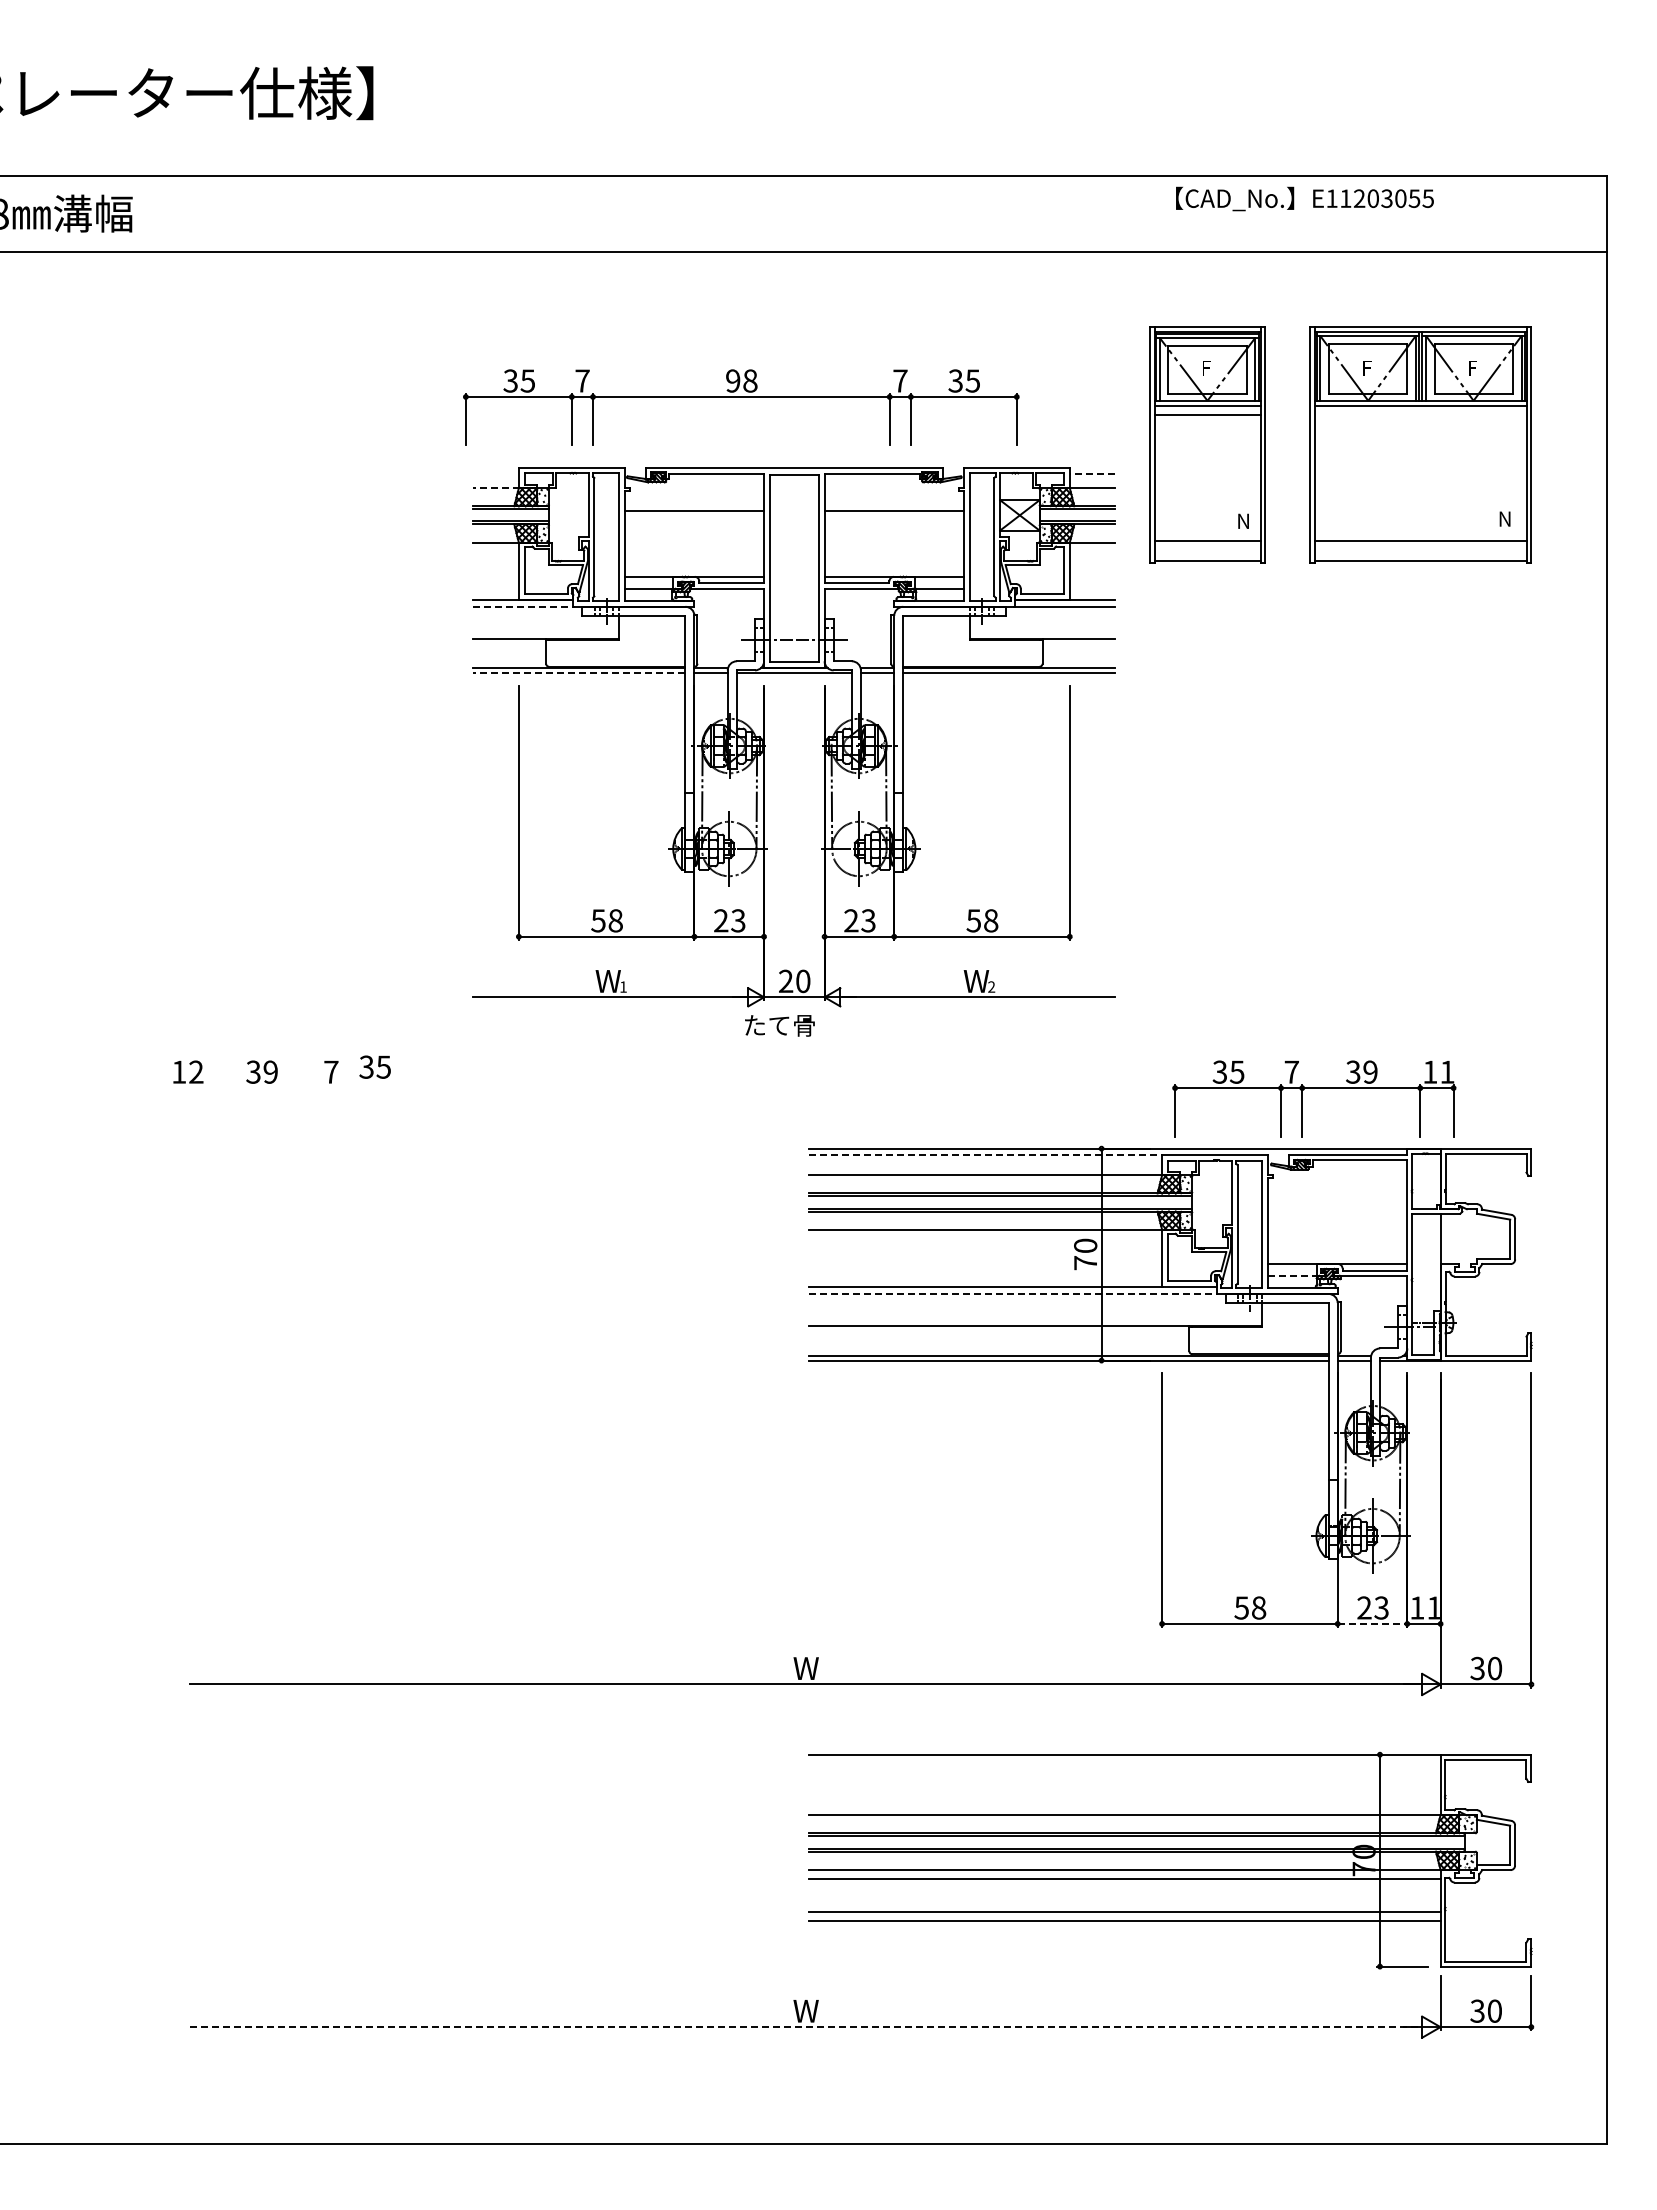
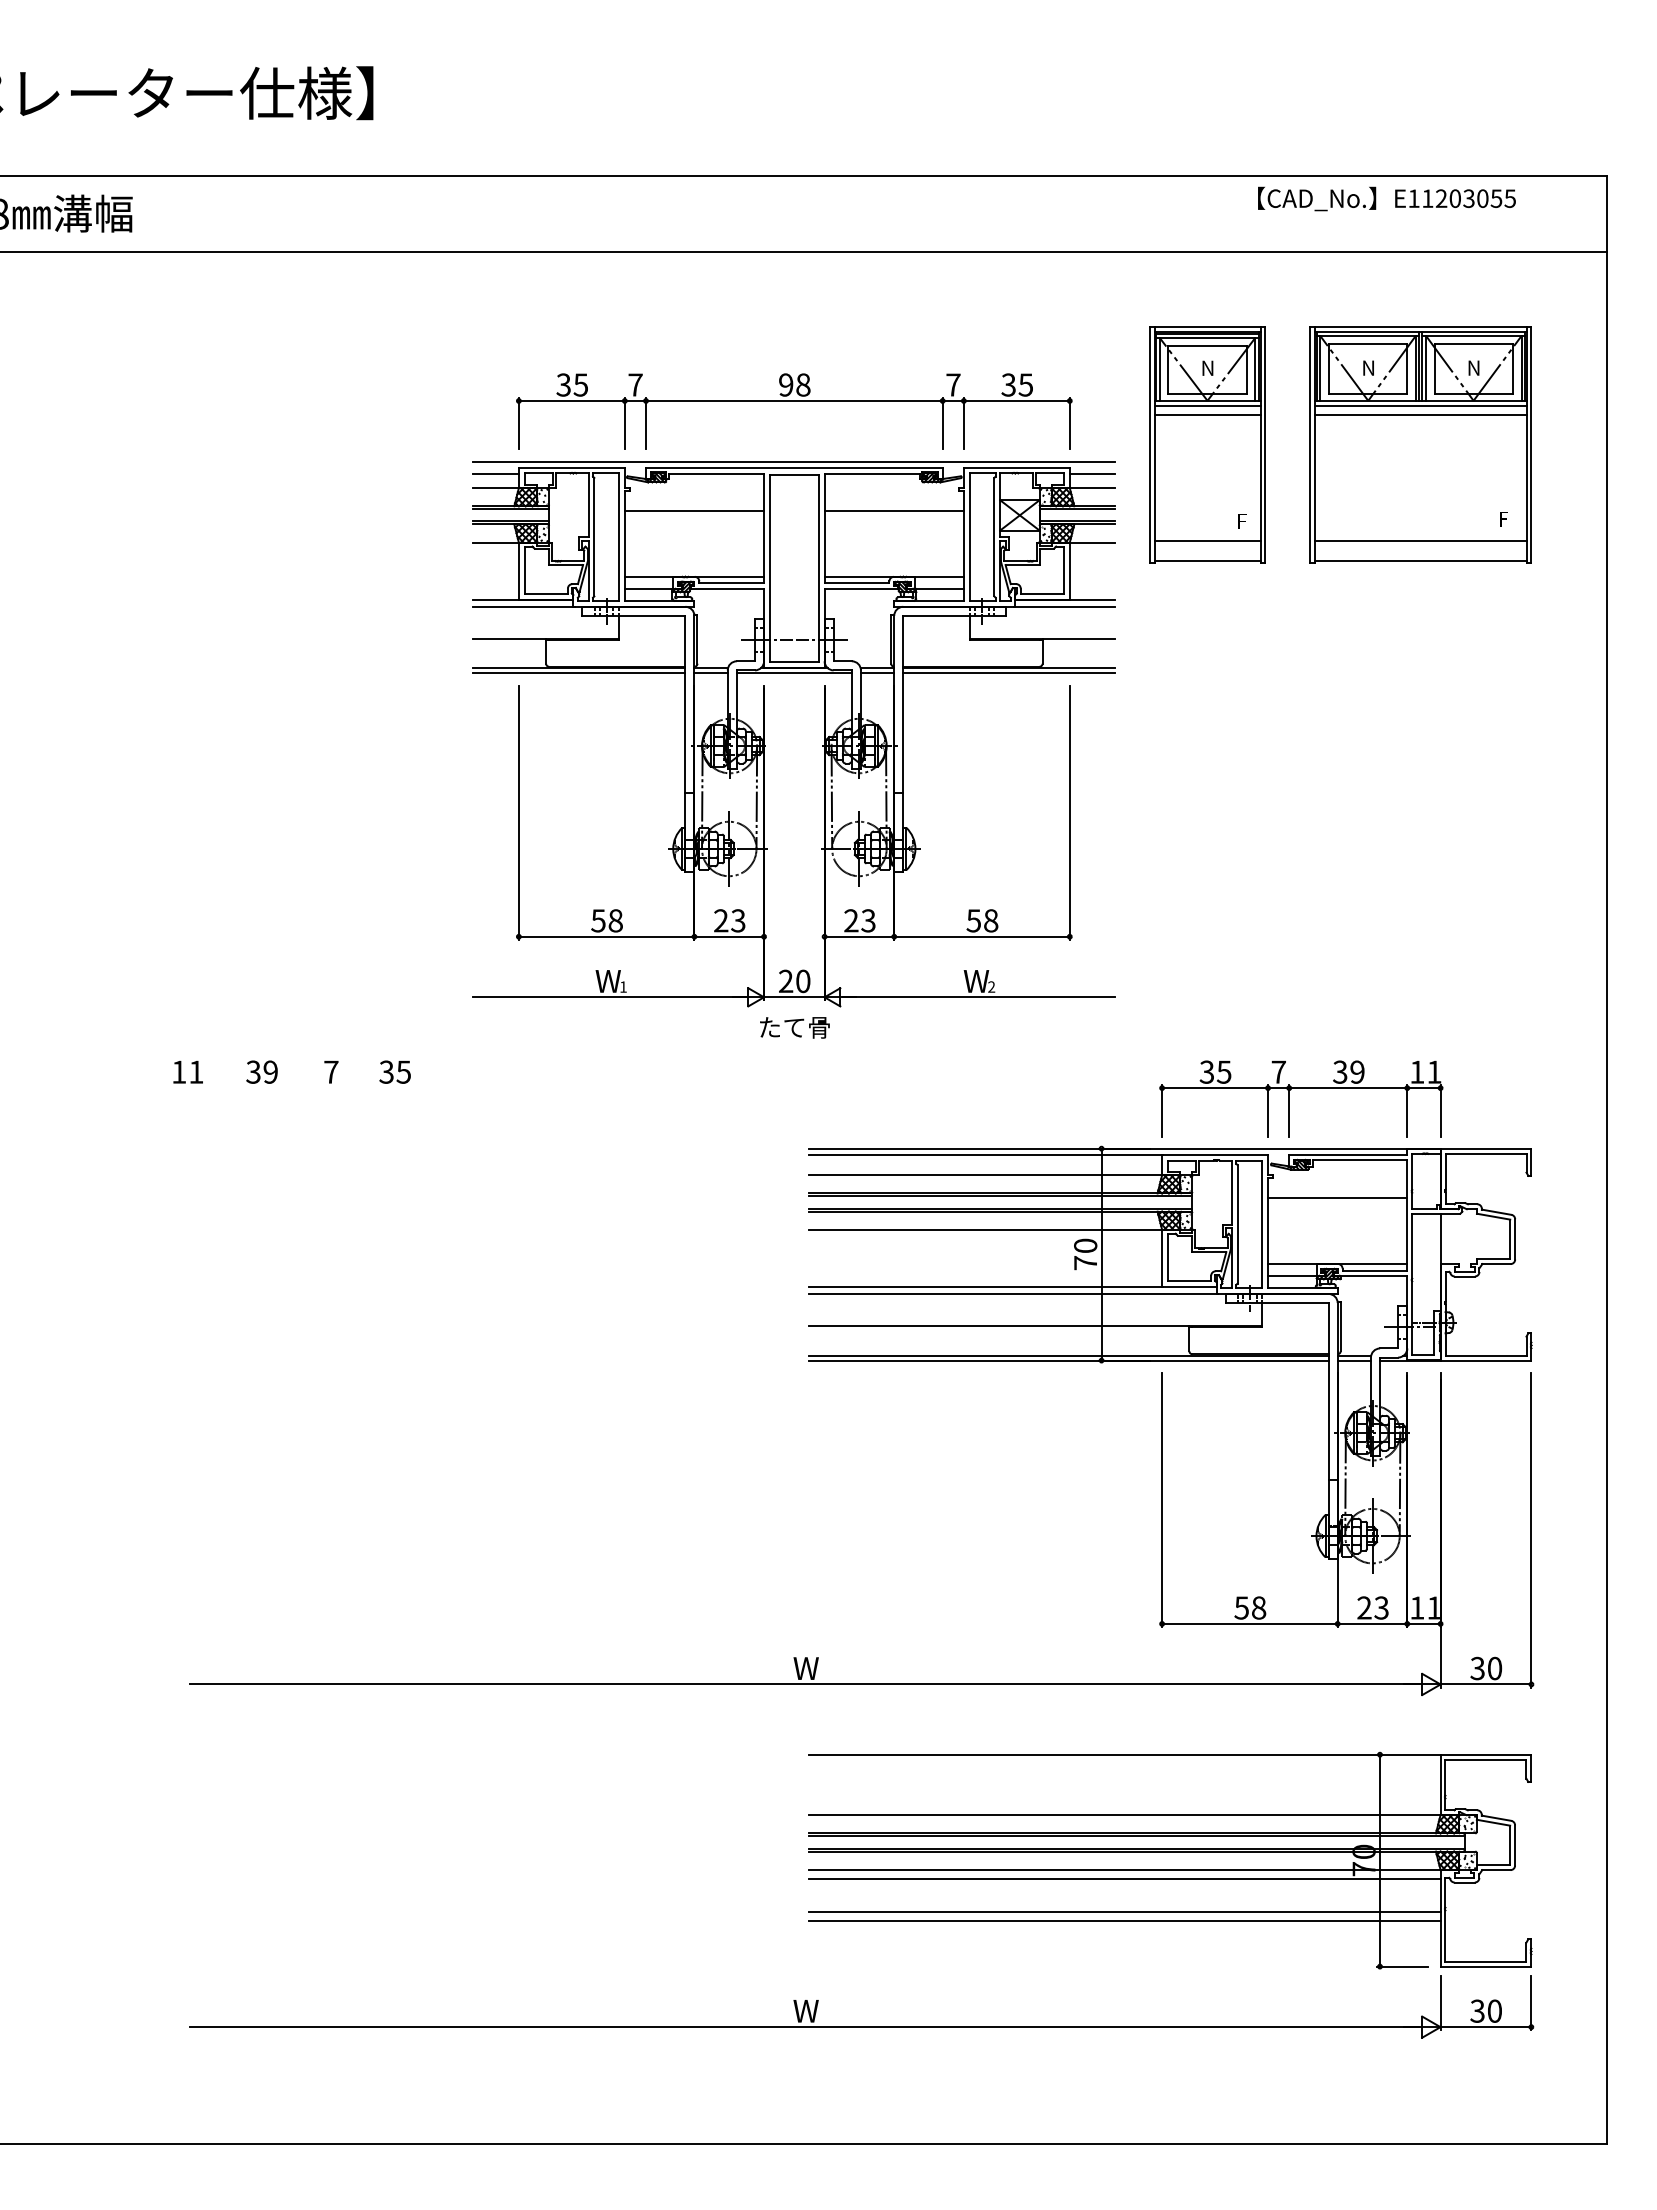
text at (1304, 198) position: (1304, 198) -> (1386, 198)
text at (1207, 367): F -> N
text at (1368, 367): F -> N
text at (1473, 367): F -> N
part at (741, 397) position: (741, 397) -> (794, 401)
line at (1420, 415): none -> present
line at (794, 461): none -> present
line at (495, 474): none -> present
line at (1092, 474): dashed -> solid
line at (496, 488): dashed -> solid
text at (1504, 518): N -> F
text at (1243, 520): N -> F
line at (524, 606): dashed -> solid
line at (579, 673): dashed -> solid
text at (779, 1025) position: (779, 1025) -> (794, 1027)
text at (374, 1066) position: (374, 1066) -> (394, 1071)
text at (196, 1071): 12 -> 11
part at (1314, 1088) position: (1314, 1088) -> (1301, 1088)
line at (986, 1154): dashed -> solid
line at (1337, 1198): none -> present
line at (1292, 1275): dashed -> solid
line at (1013, 1293): dashed -> solid
line at (1372, 1623): dashed -> solid
line at (804, 2027): dashed -> solid
